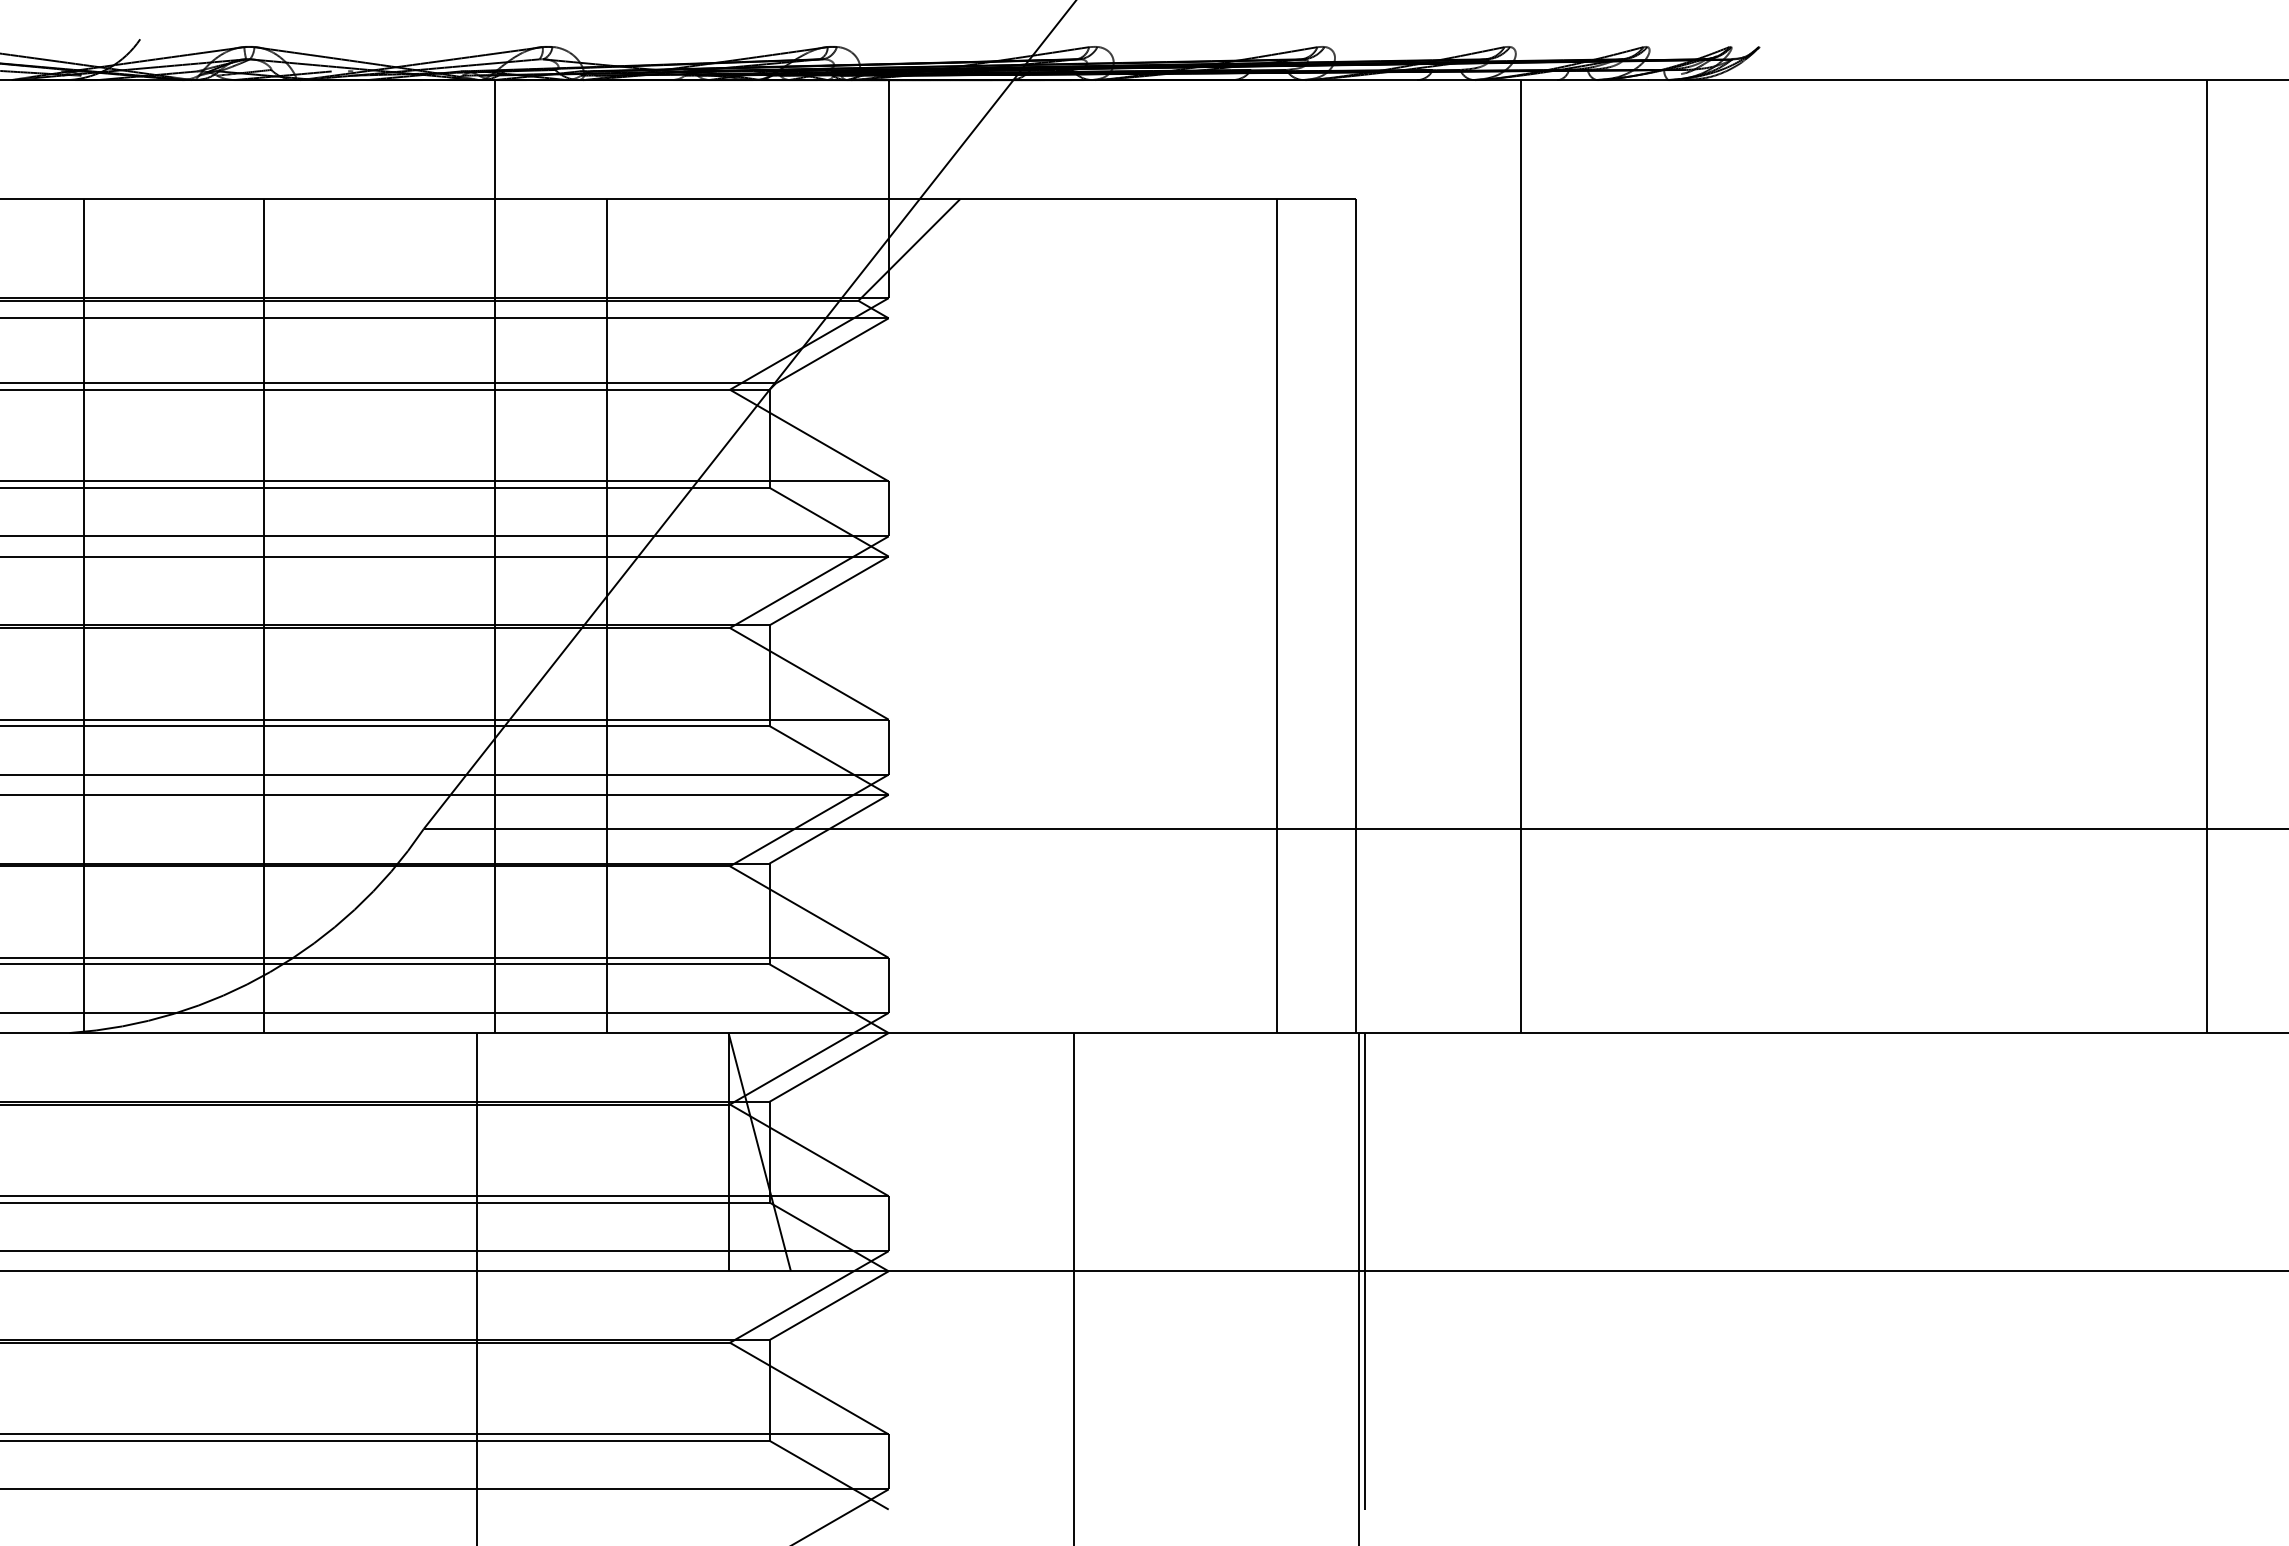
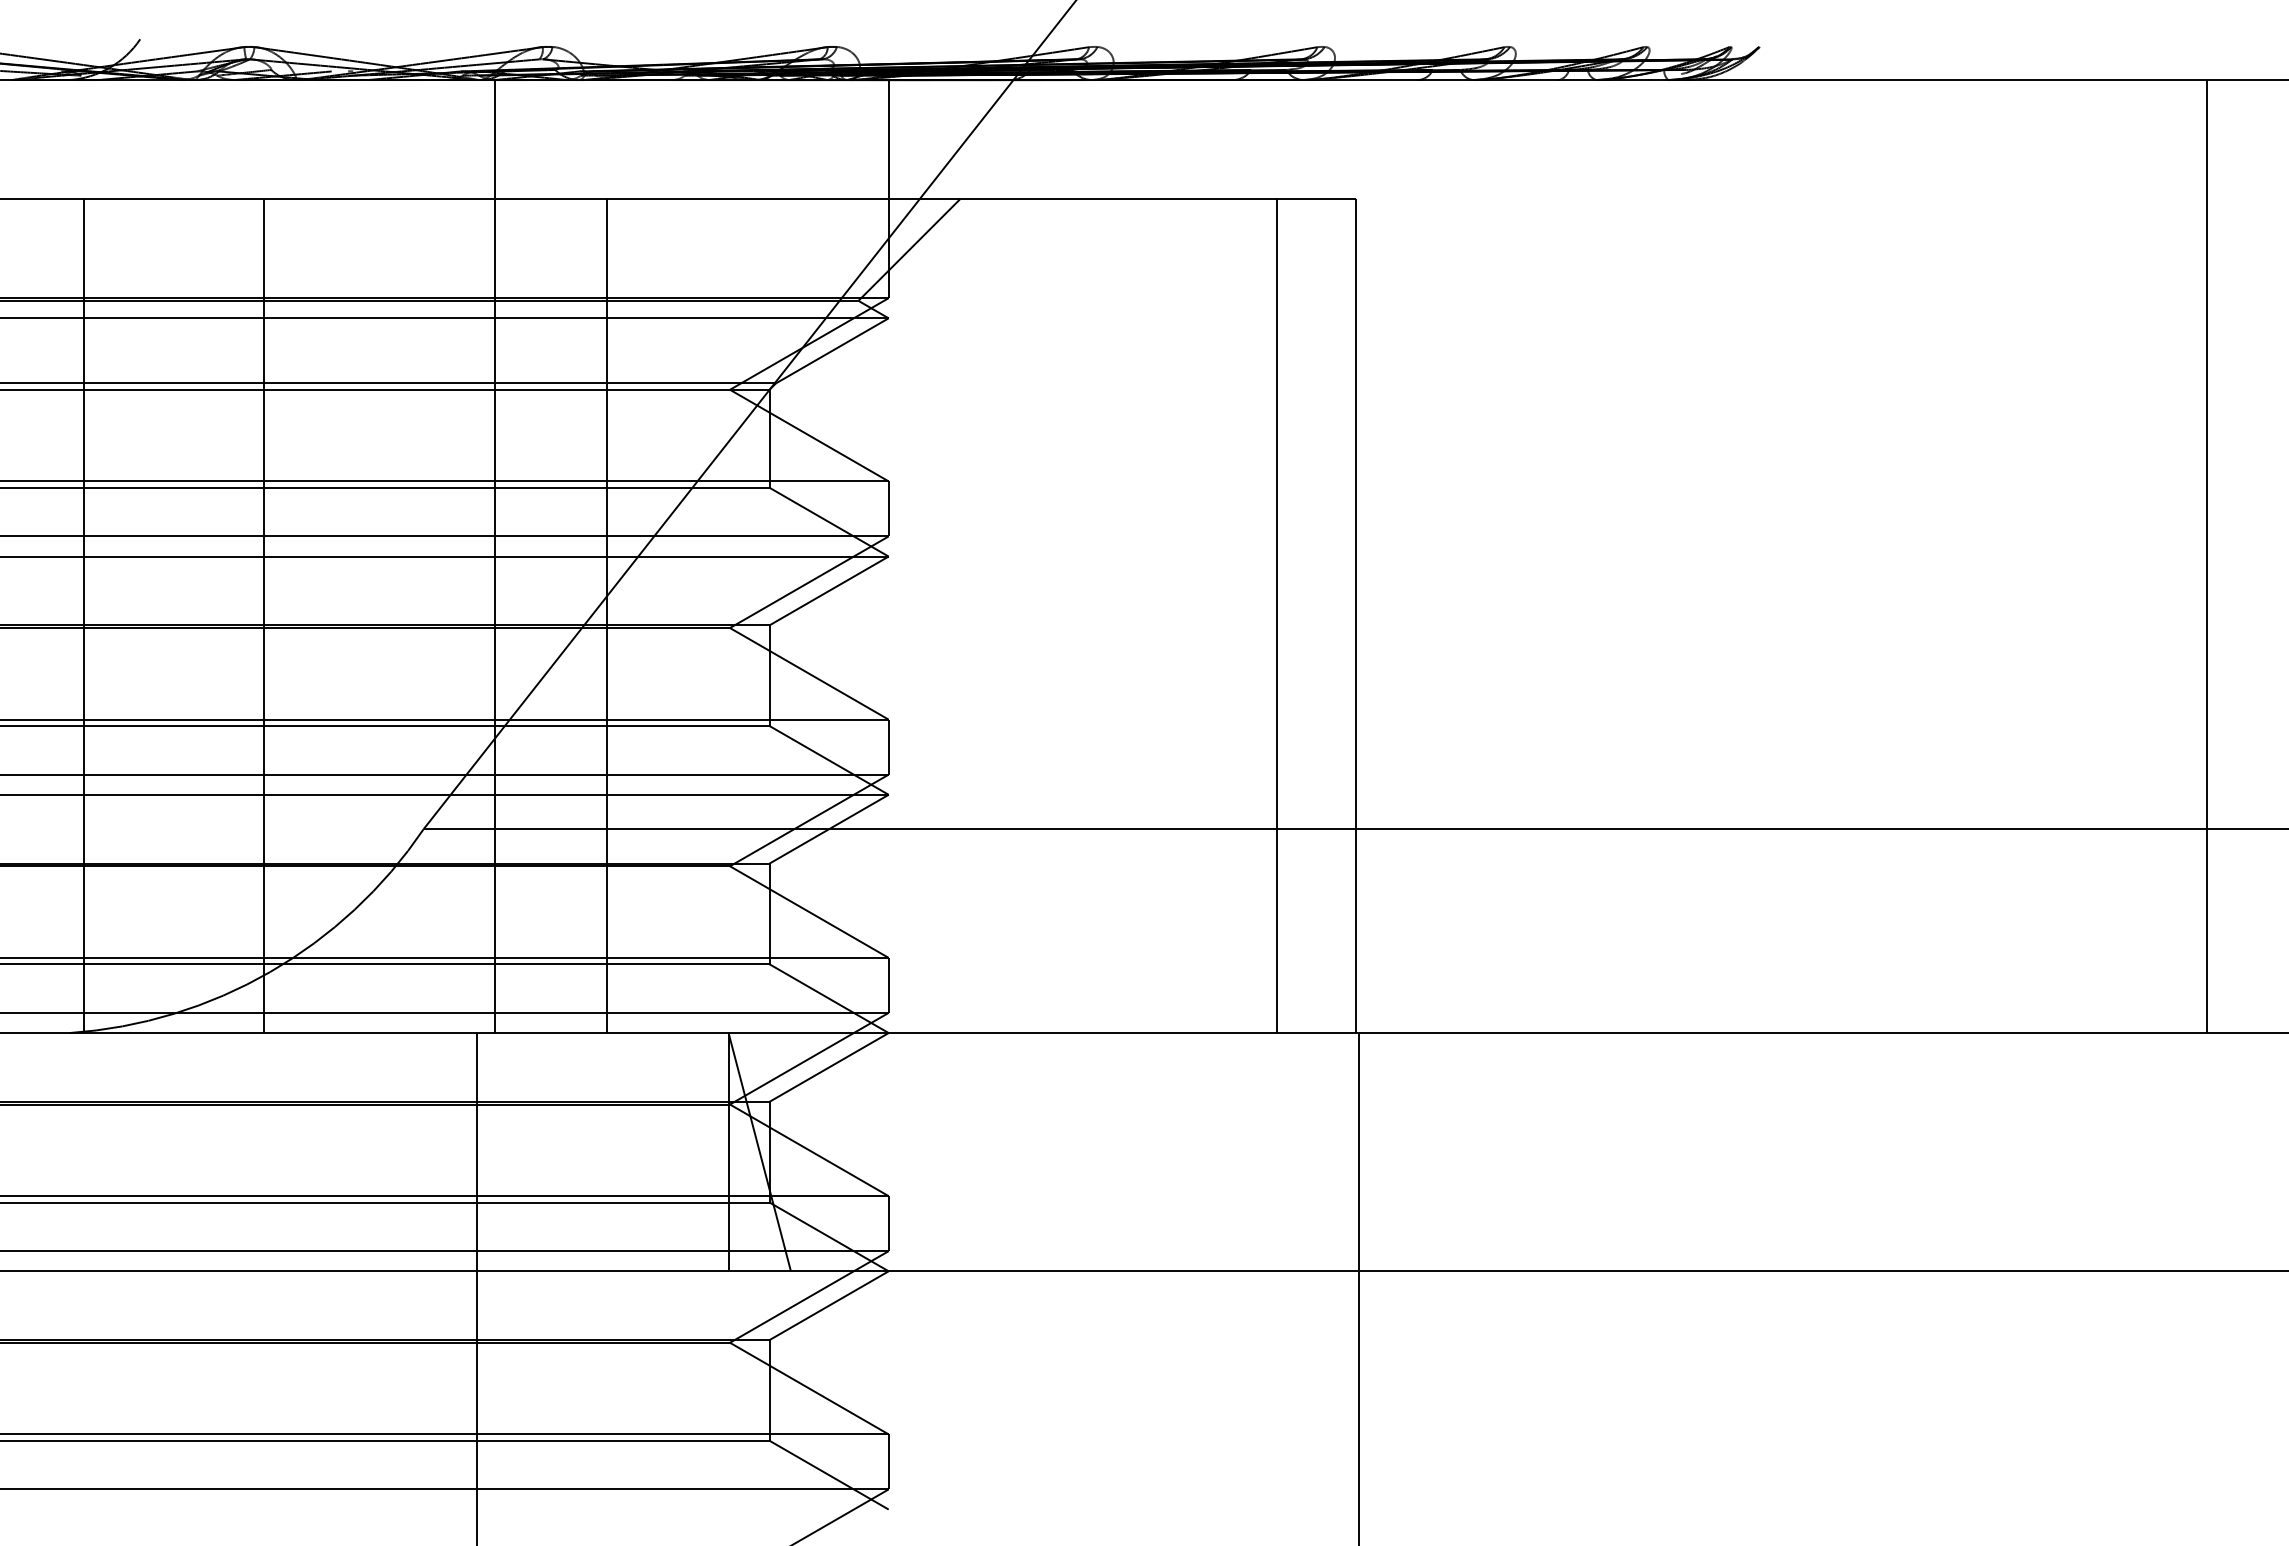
line at (1520, 556): present -> none
line at (1365, 1271): present -> none
line at (1074, 1287): present -> none
